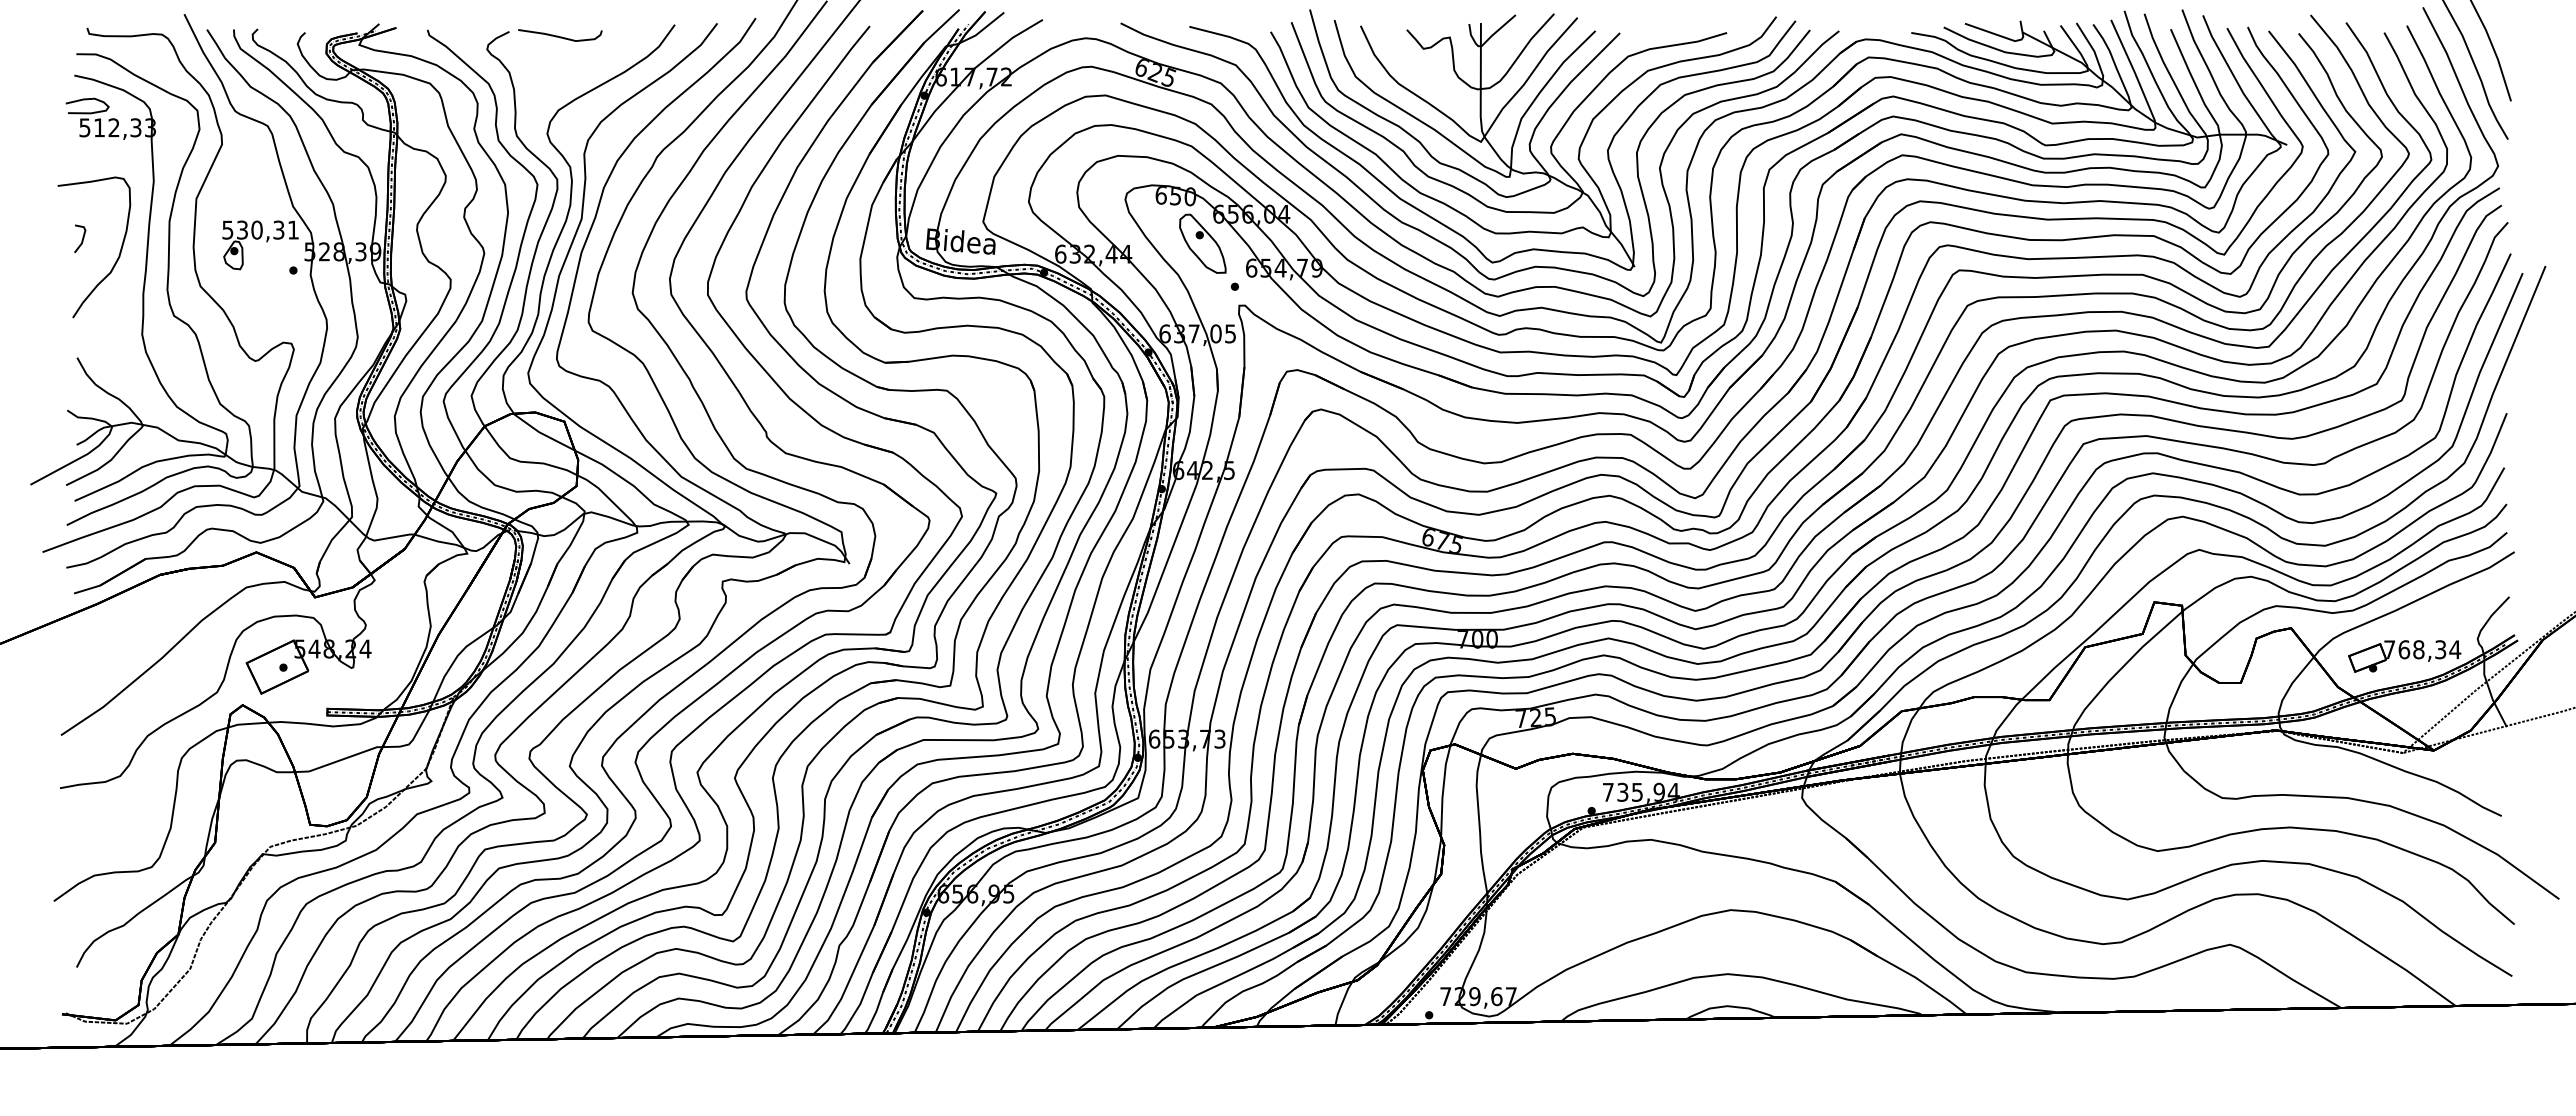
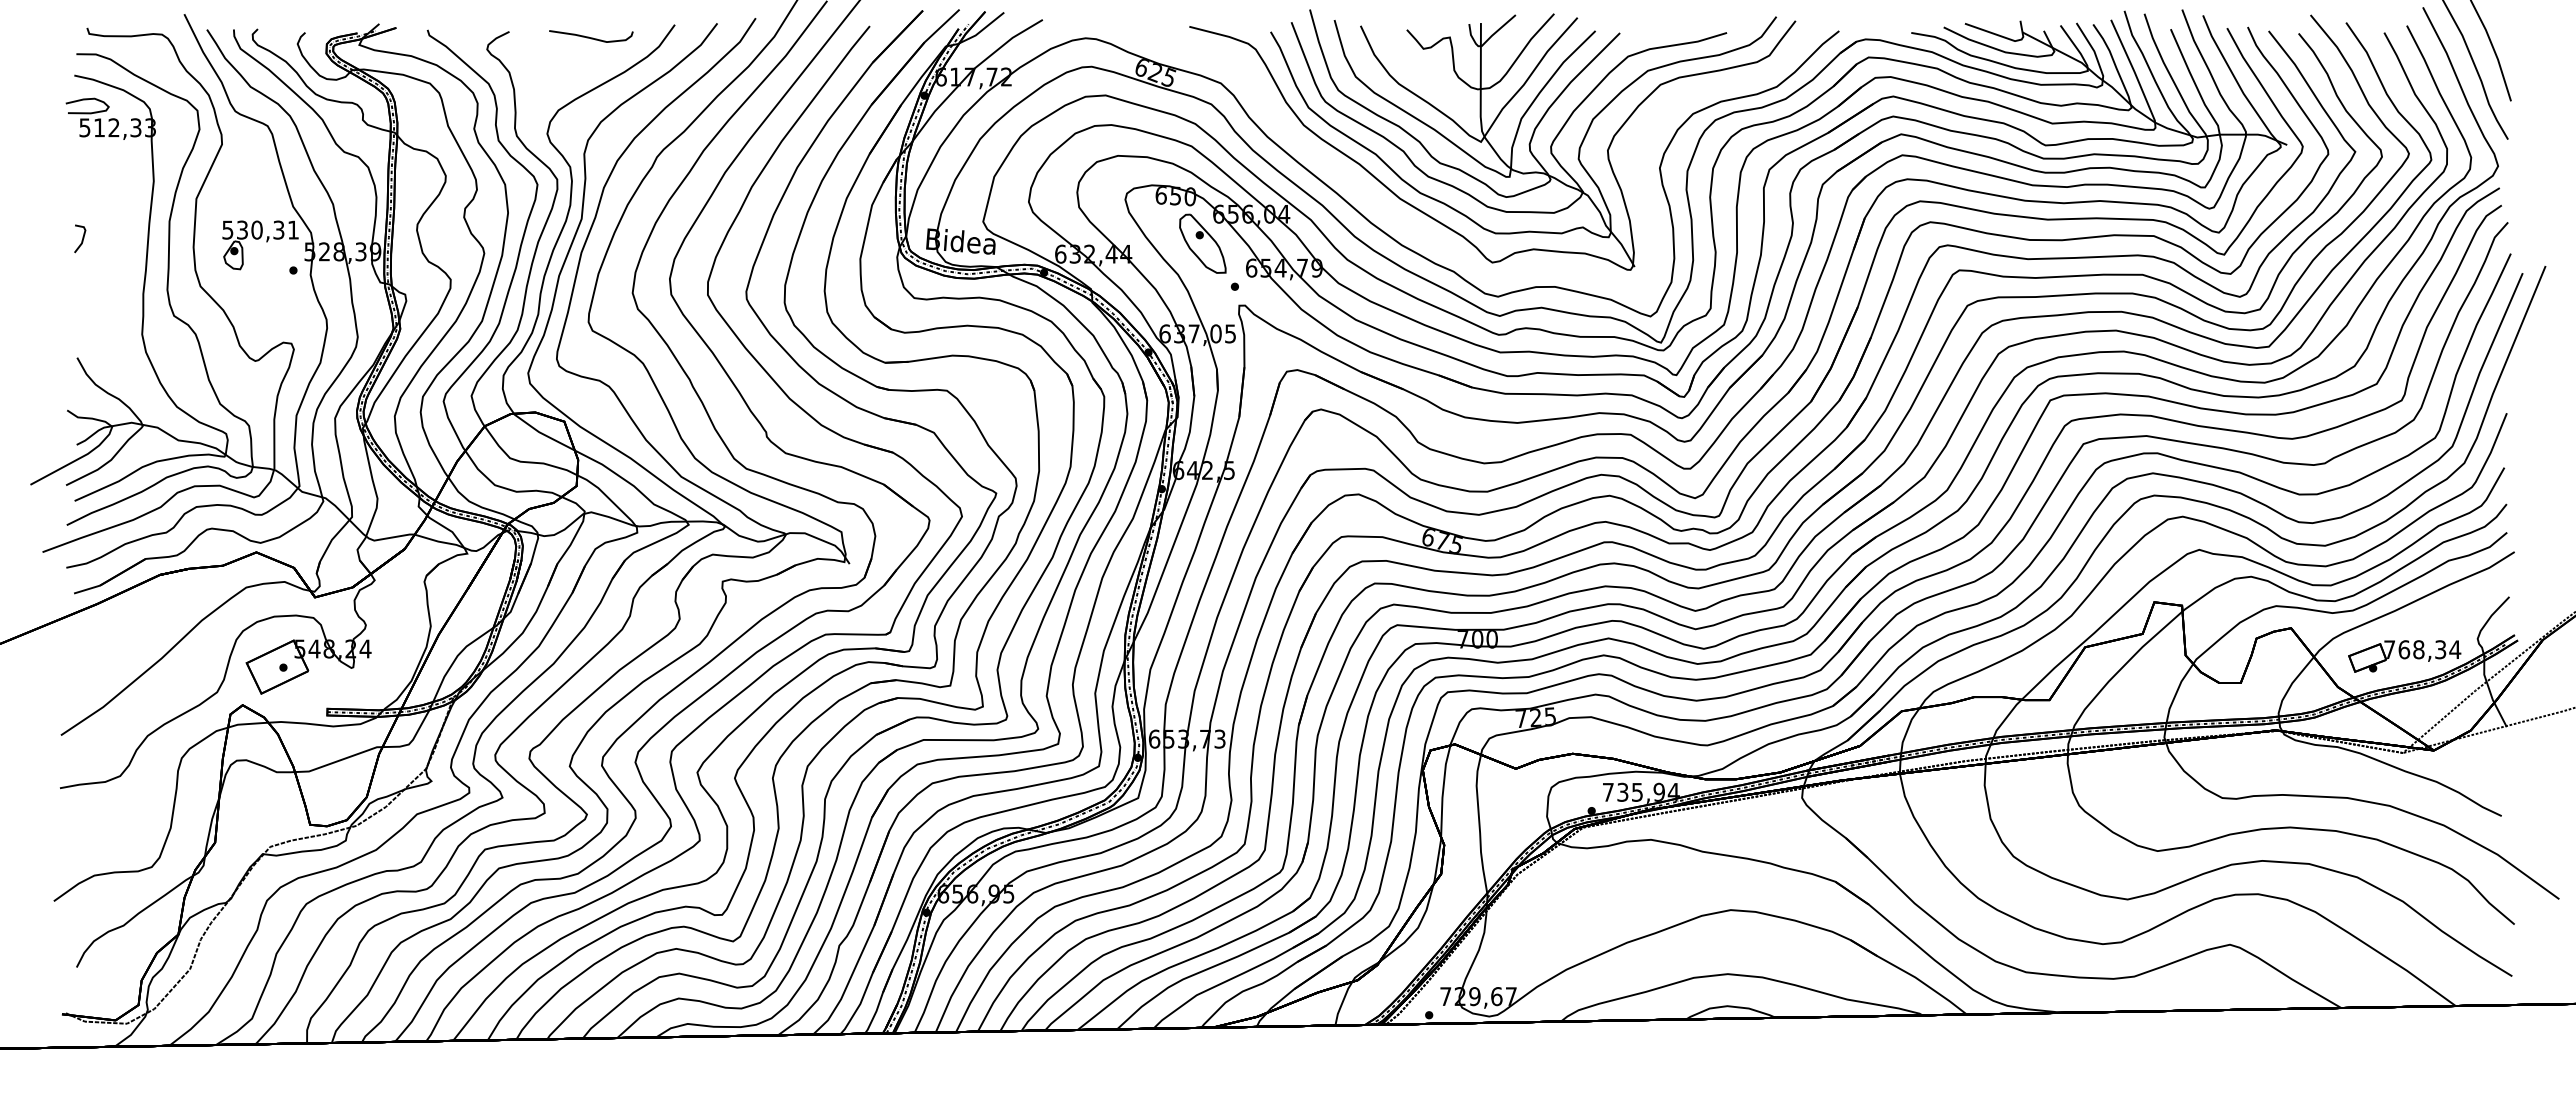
curve at (560, 36) position: (560, 36) -> (591, 37)
curve at (1427, 233): present -> none
curve at (116, 259): present -> none
